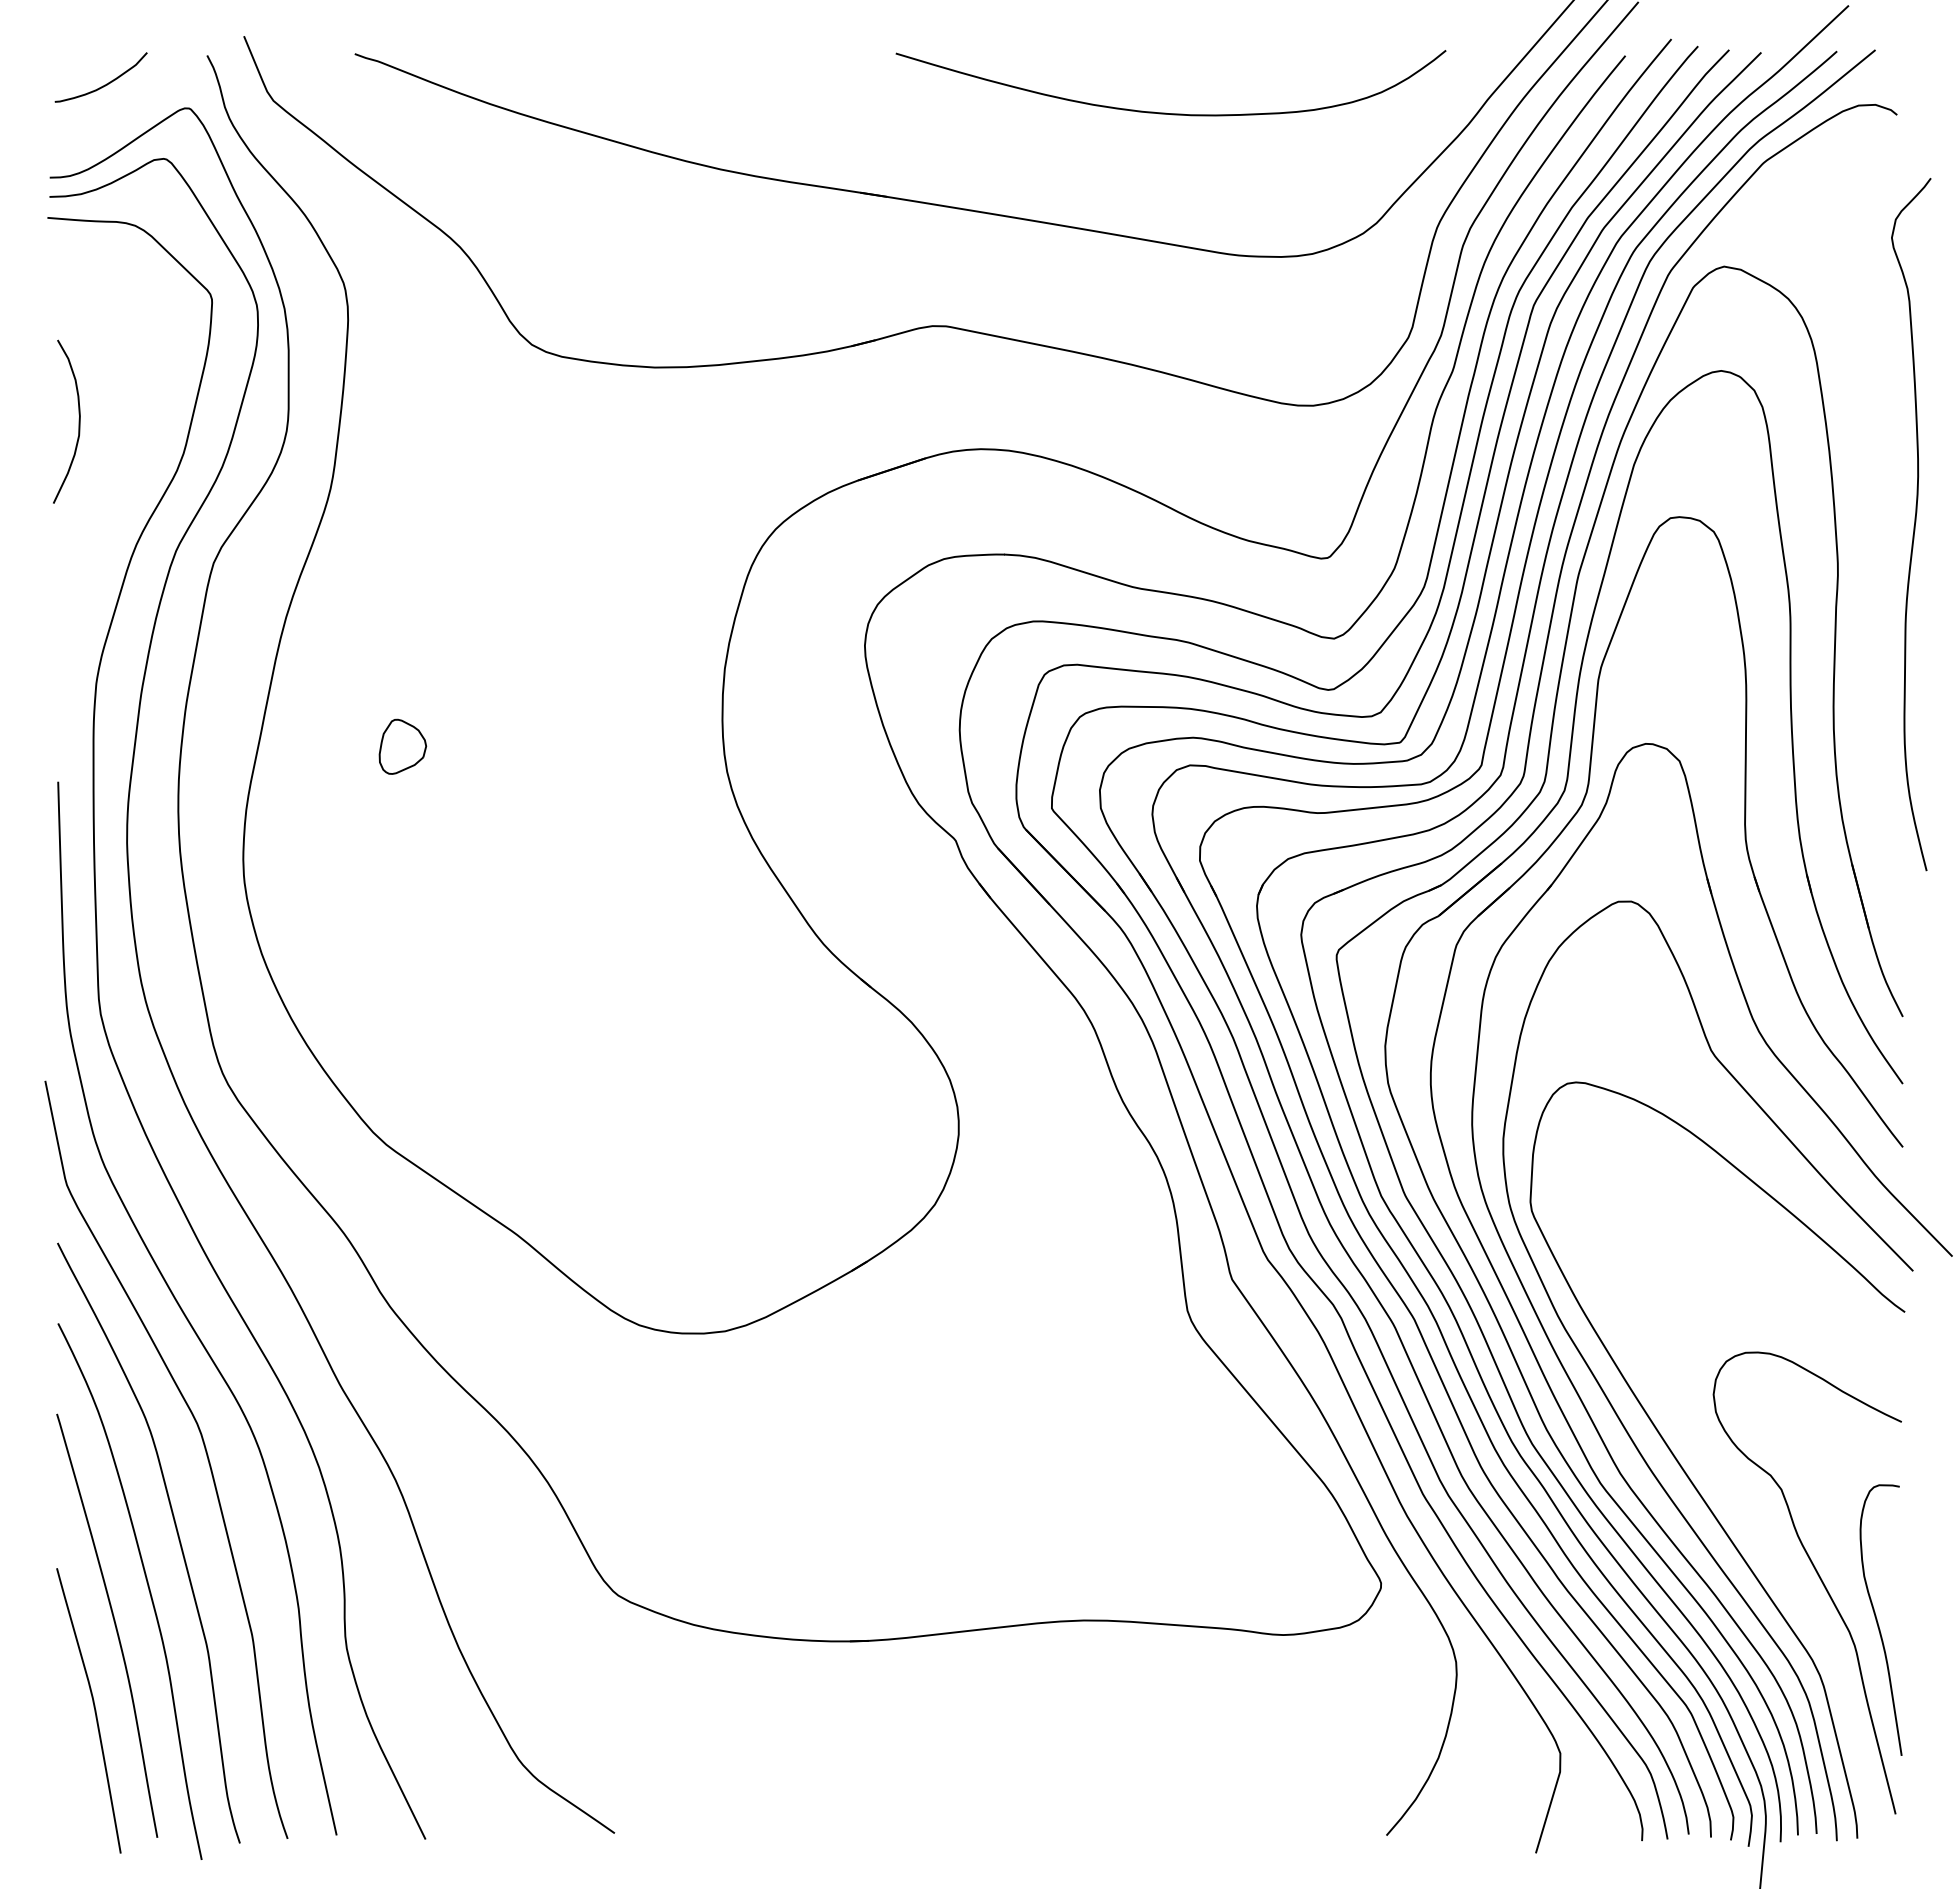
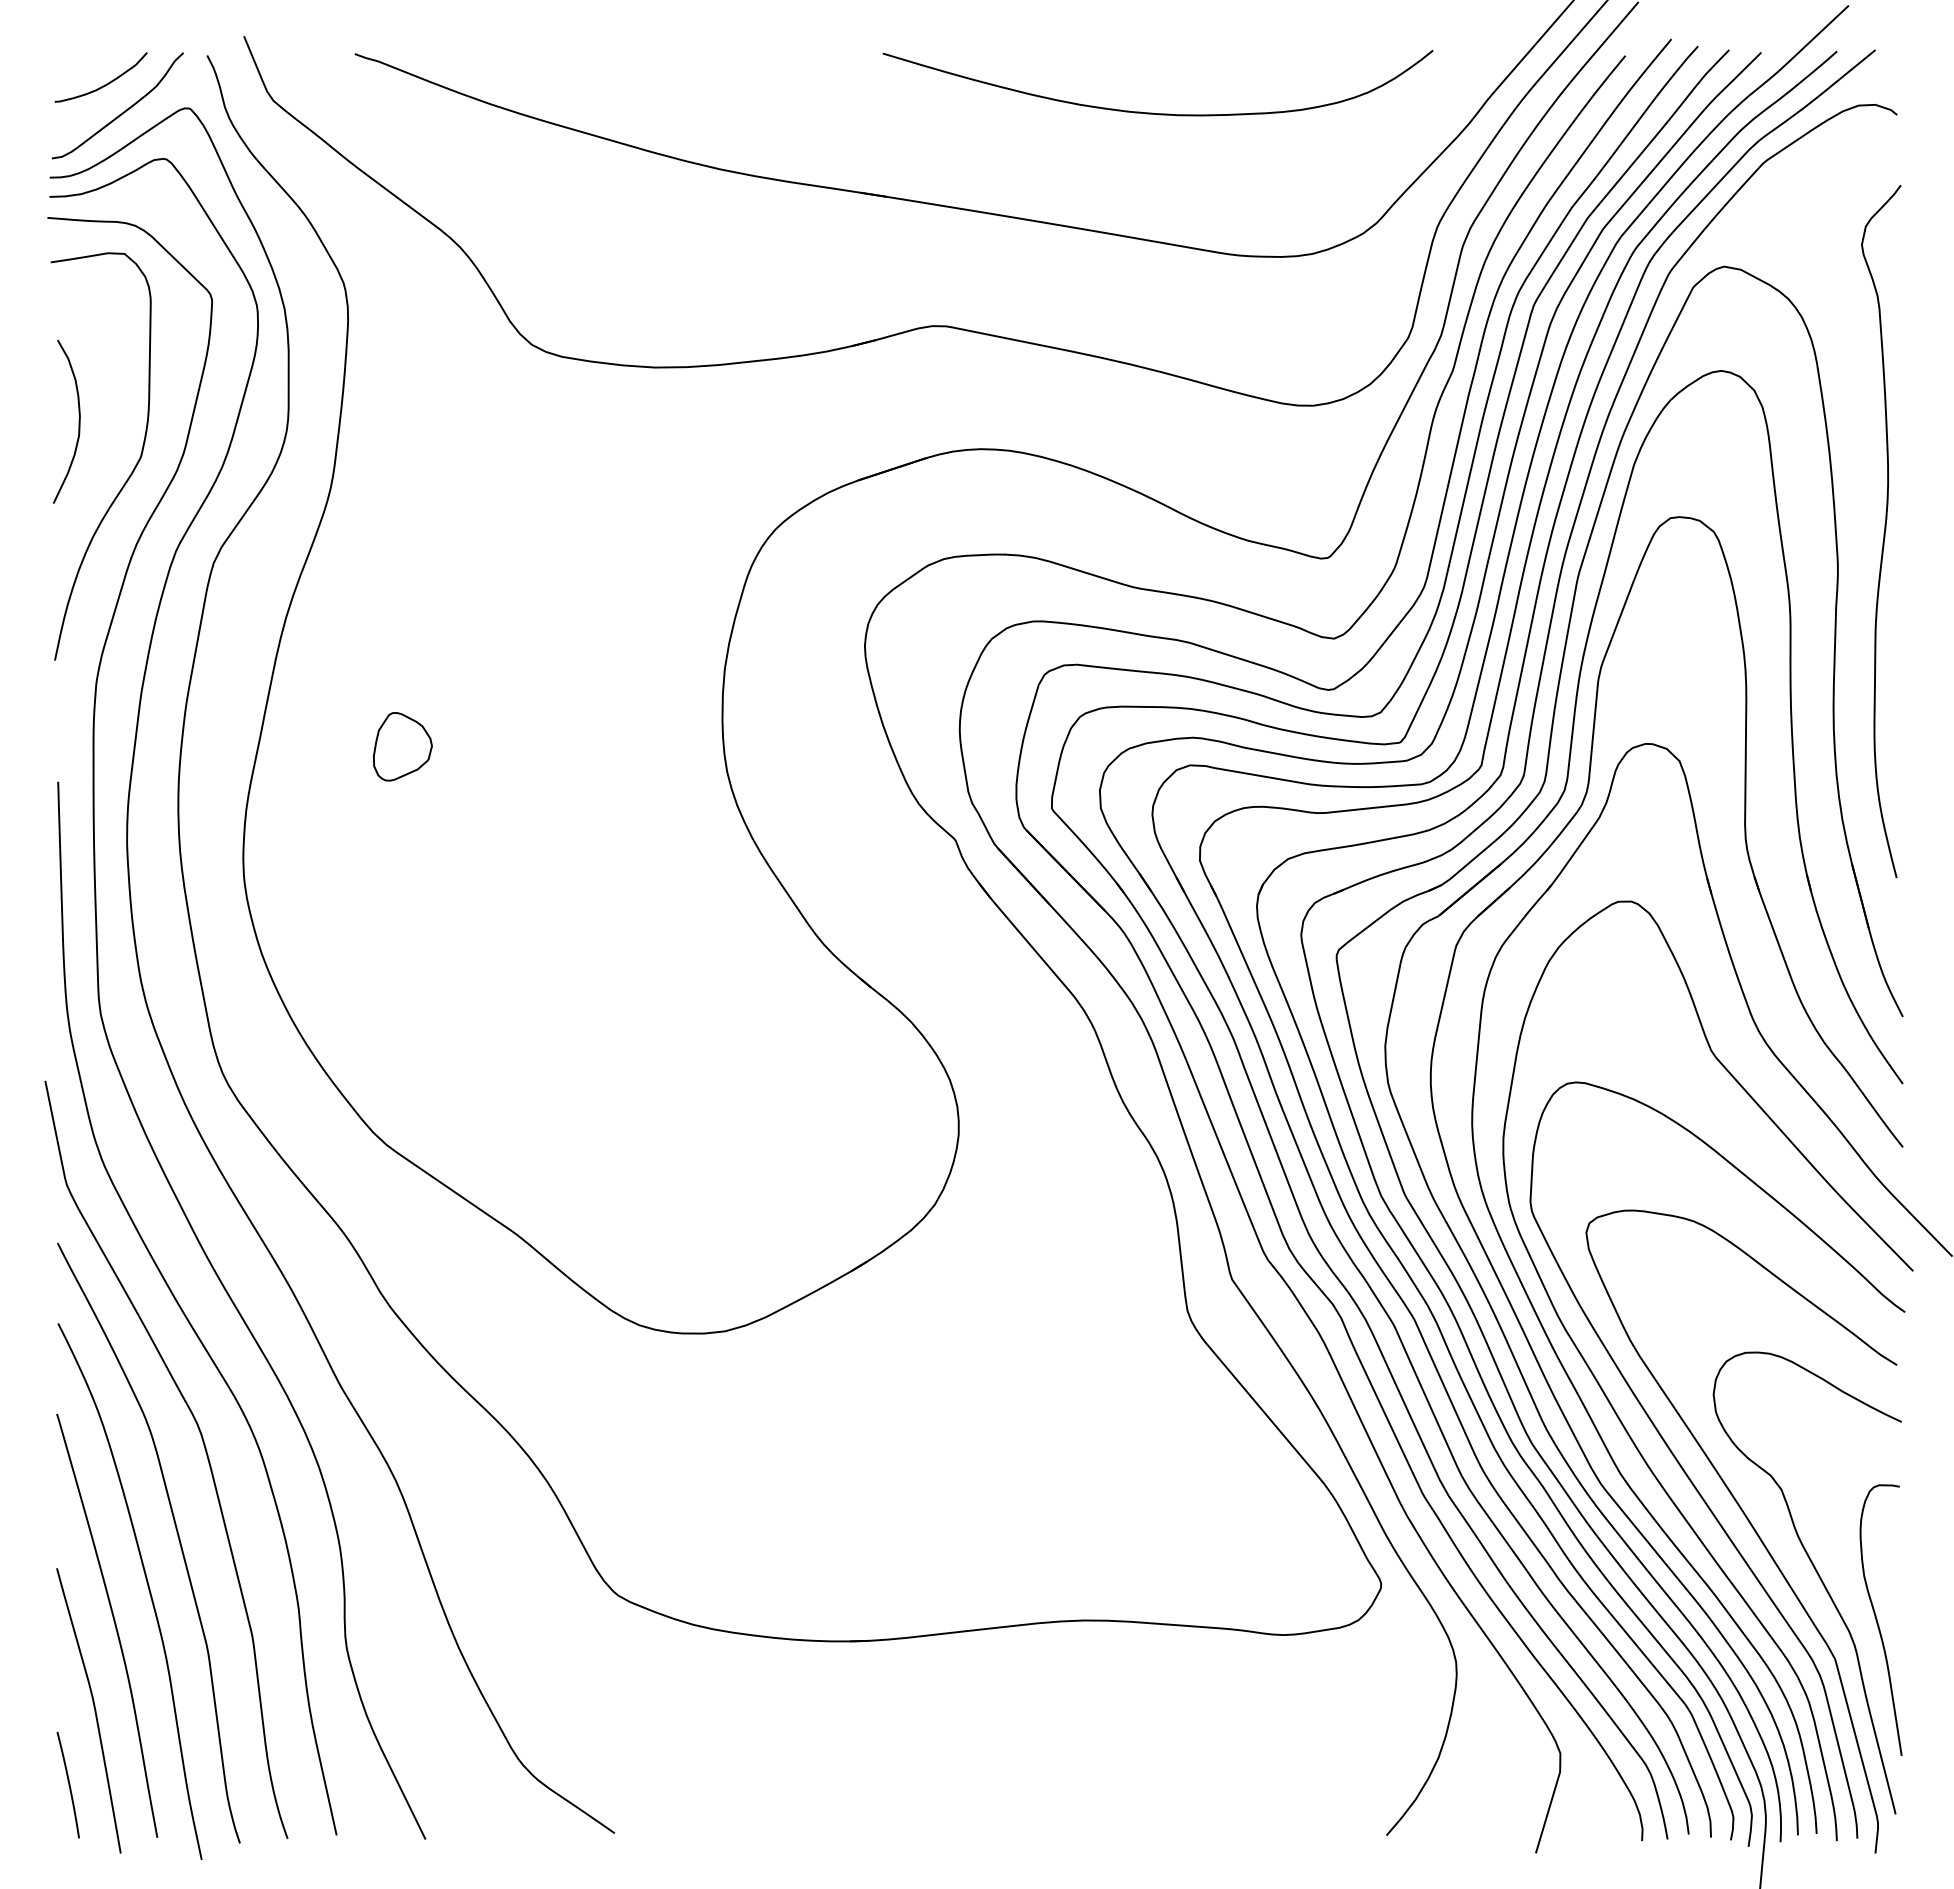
curve at (123, 111): none -> present
curve at (1165, 112) position: (1165, 112) -> (1152, 112)
curve at (130, 473): none -> present
curve at (1913, 526) position: (1913, 526) -> (1883, 533)
part at (402, 746) size: 50x57 px -> 60x70 px
curve at (1750, 1525): none -> present
curve at (68, 1785): none -> present
